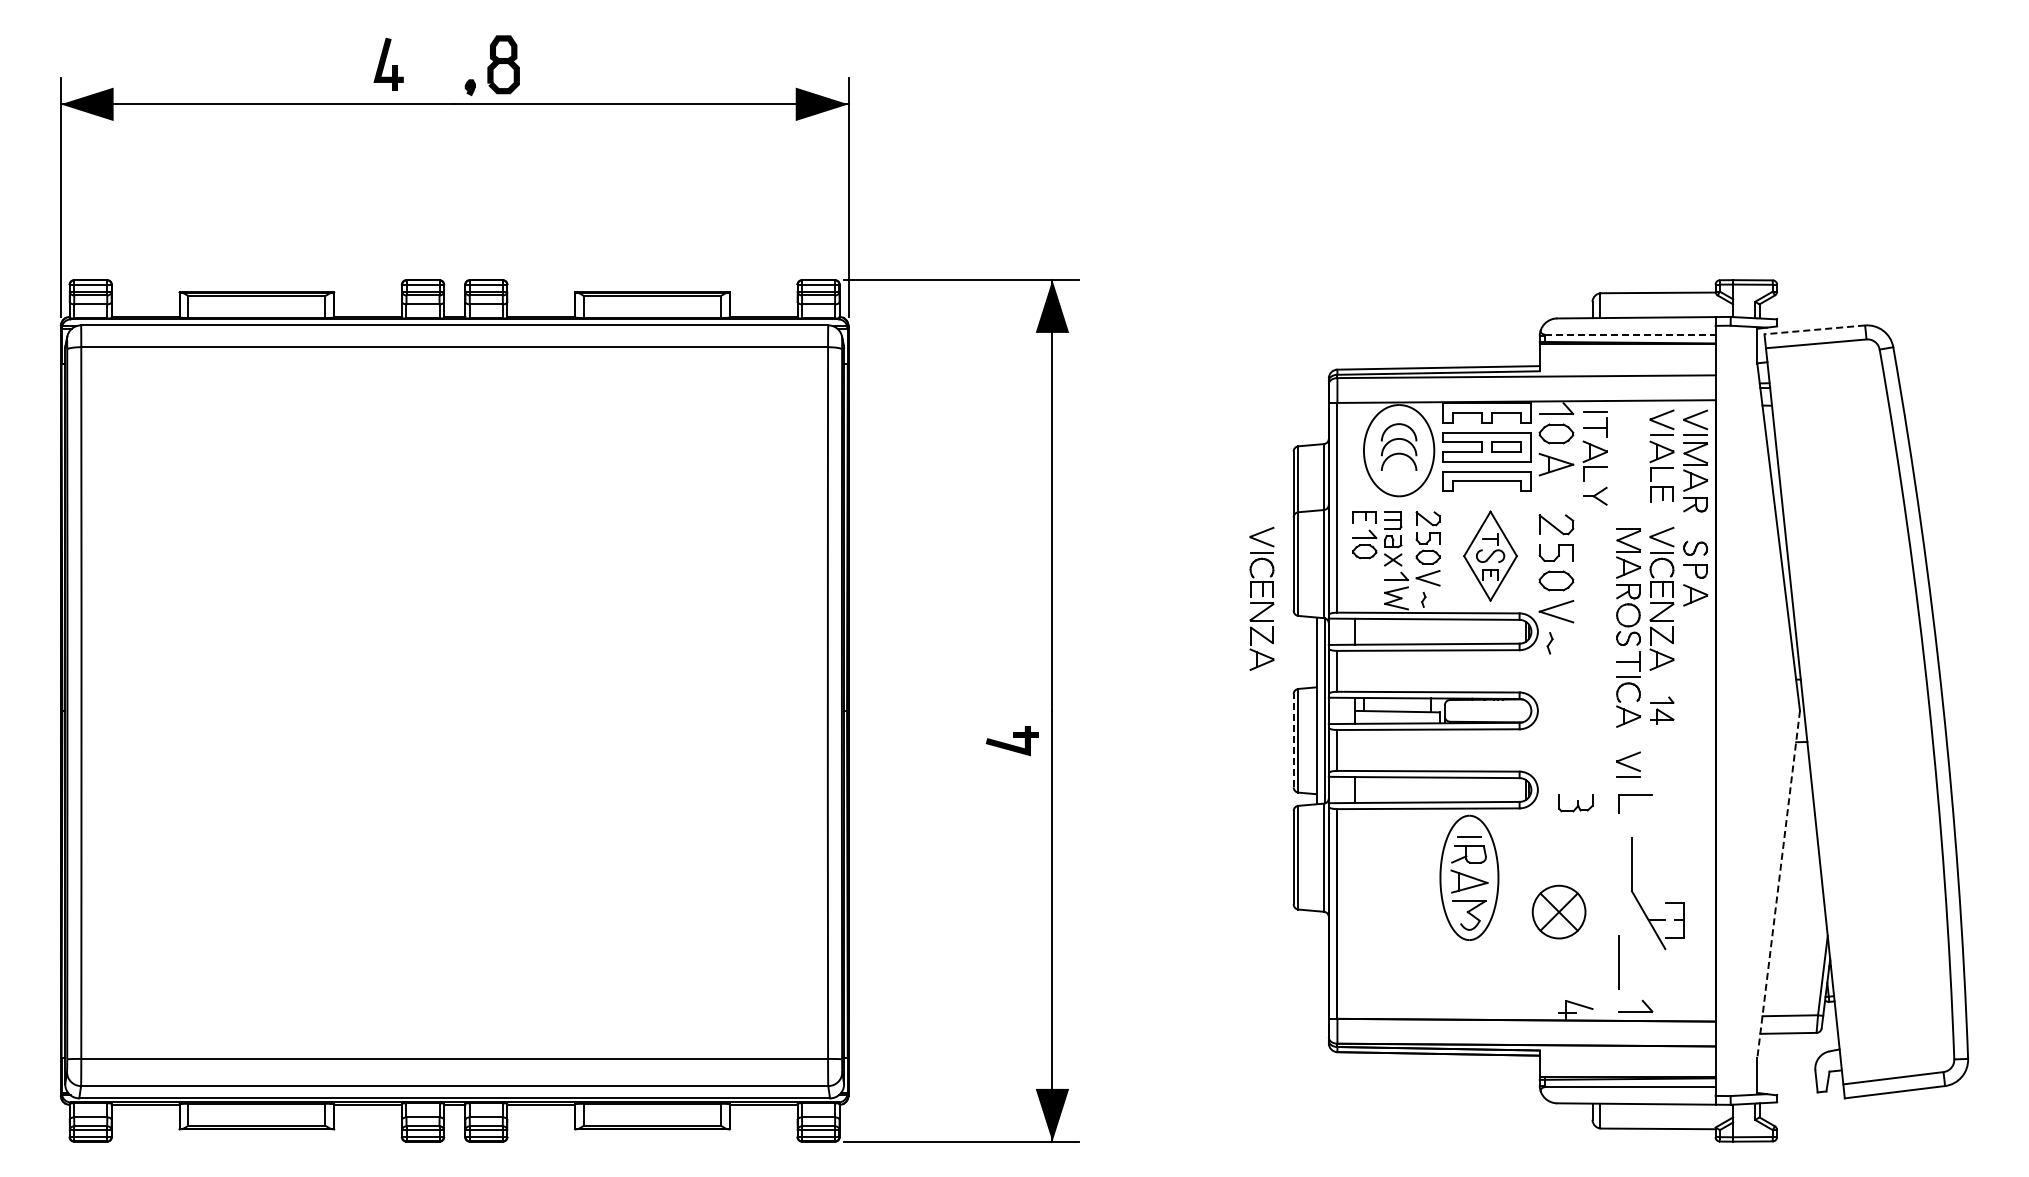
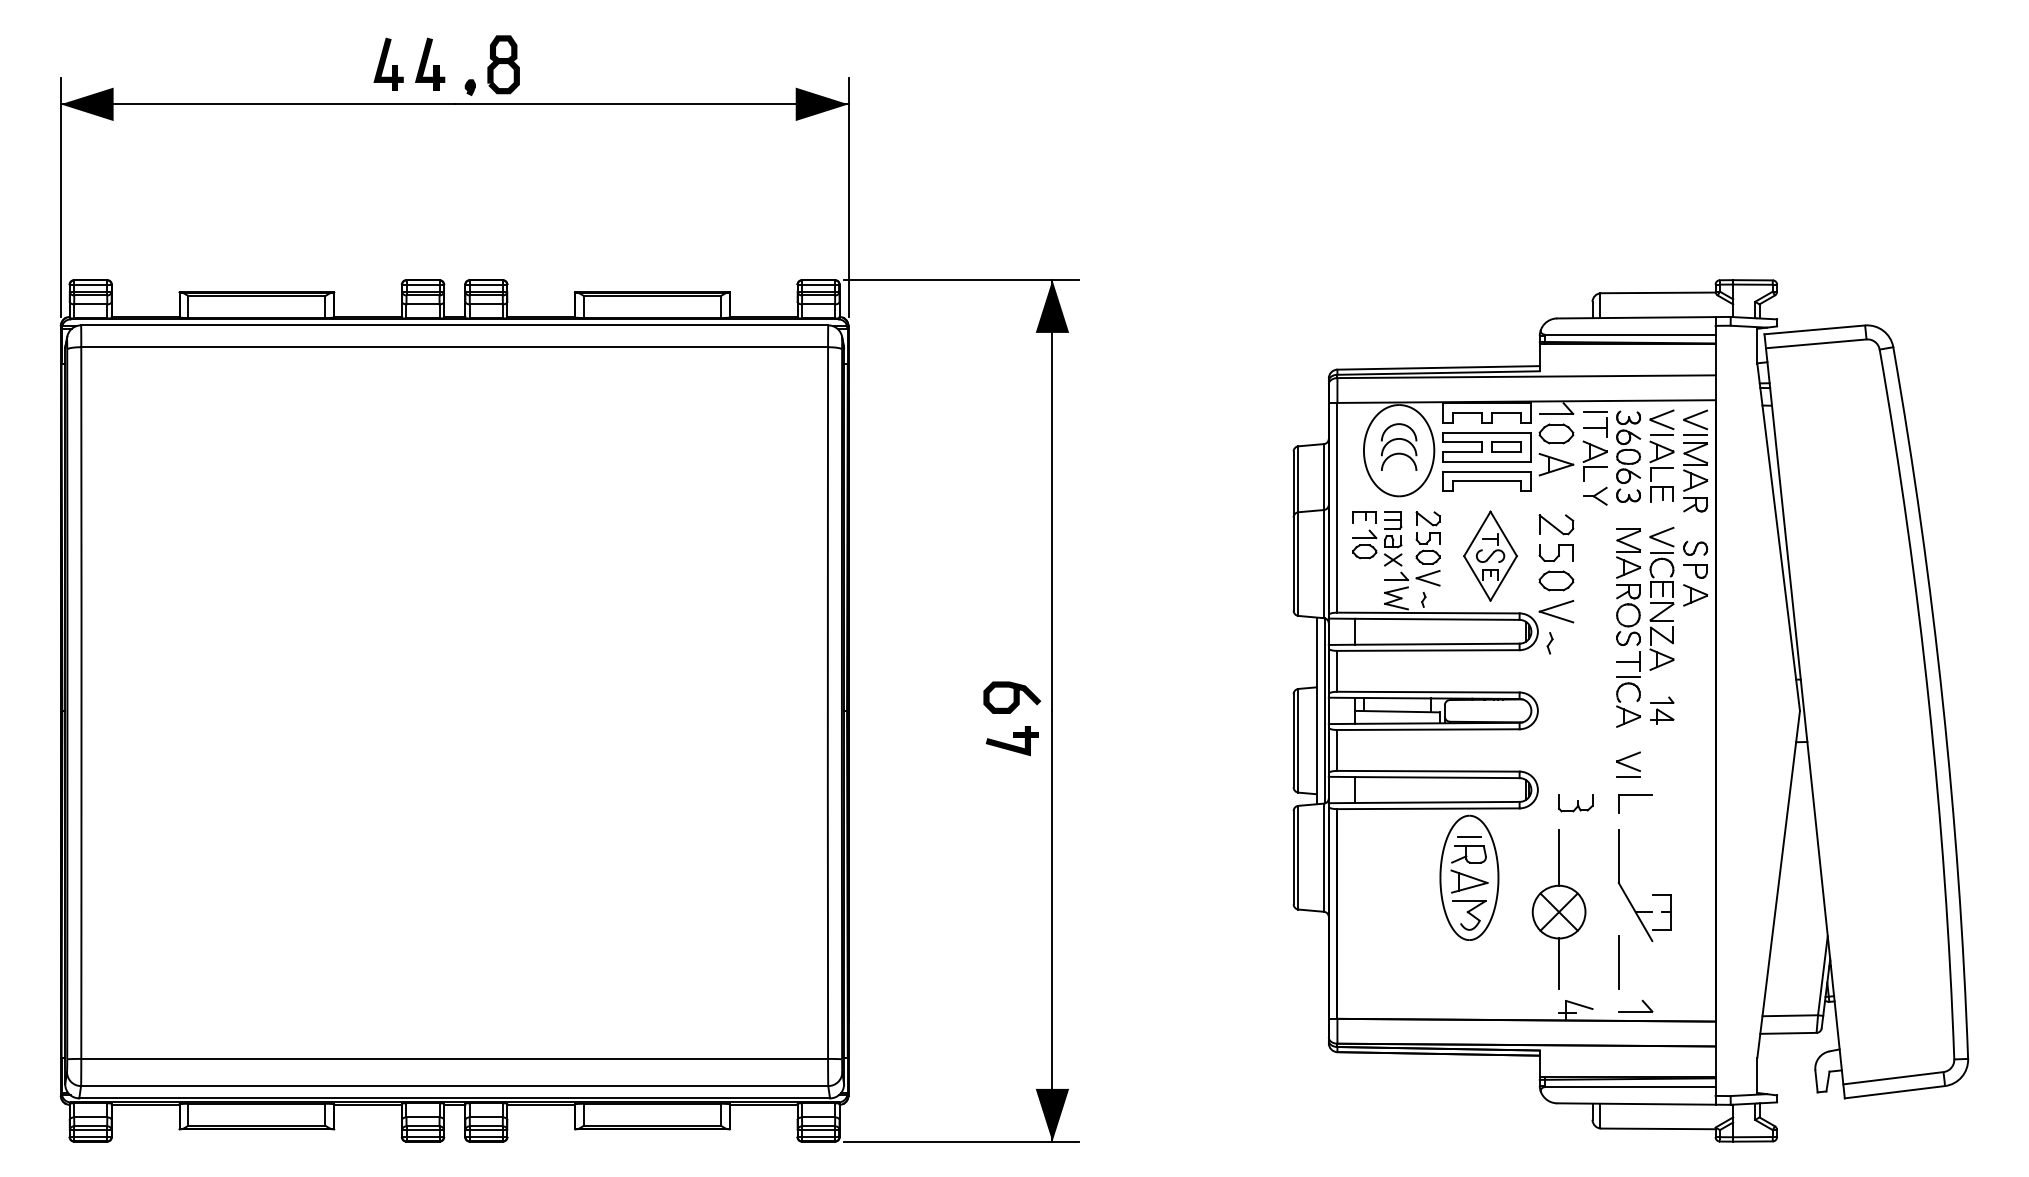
part at (430, 63): none -> present
line at (1814, 329): dashed -> solid
line at (1630, 334): dashed -> solid
part at (1628, 456): none -> present
part at (1261, 598): present -> none
curve at (1013, 697): none -> present
line at (1293, 740): dashed -> solid
line at (1559, 857): none -> present
line at (1778, 884): dashed -> solid
part at (1665, 902) position: (1665, 902) -> (1652, 894)
line at (1559, 963): none -> present
